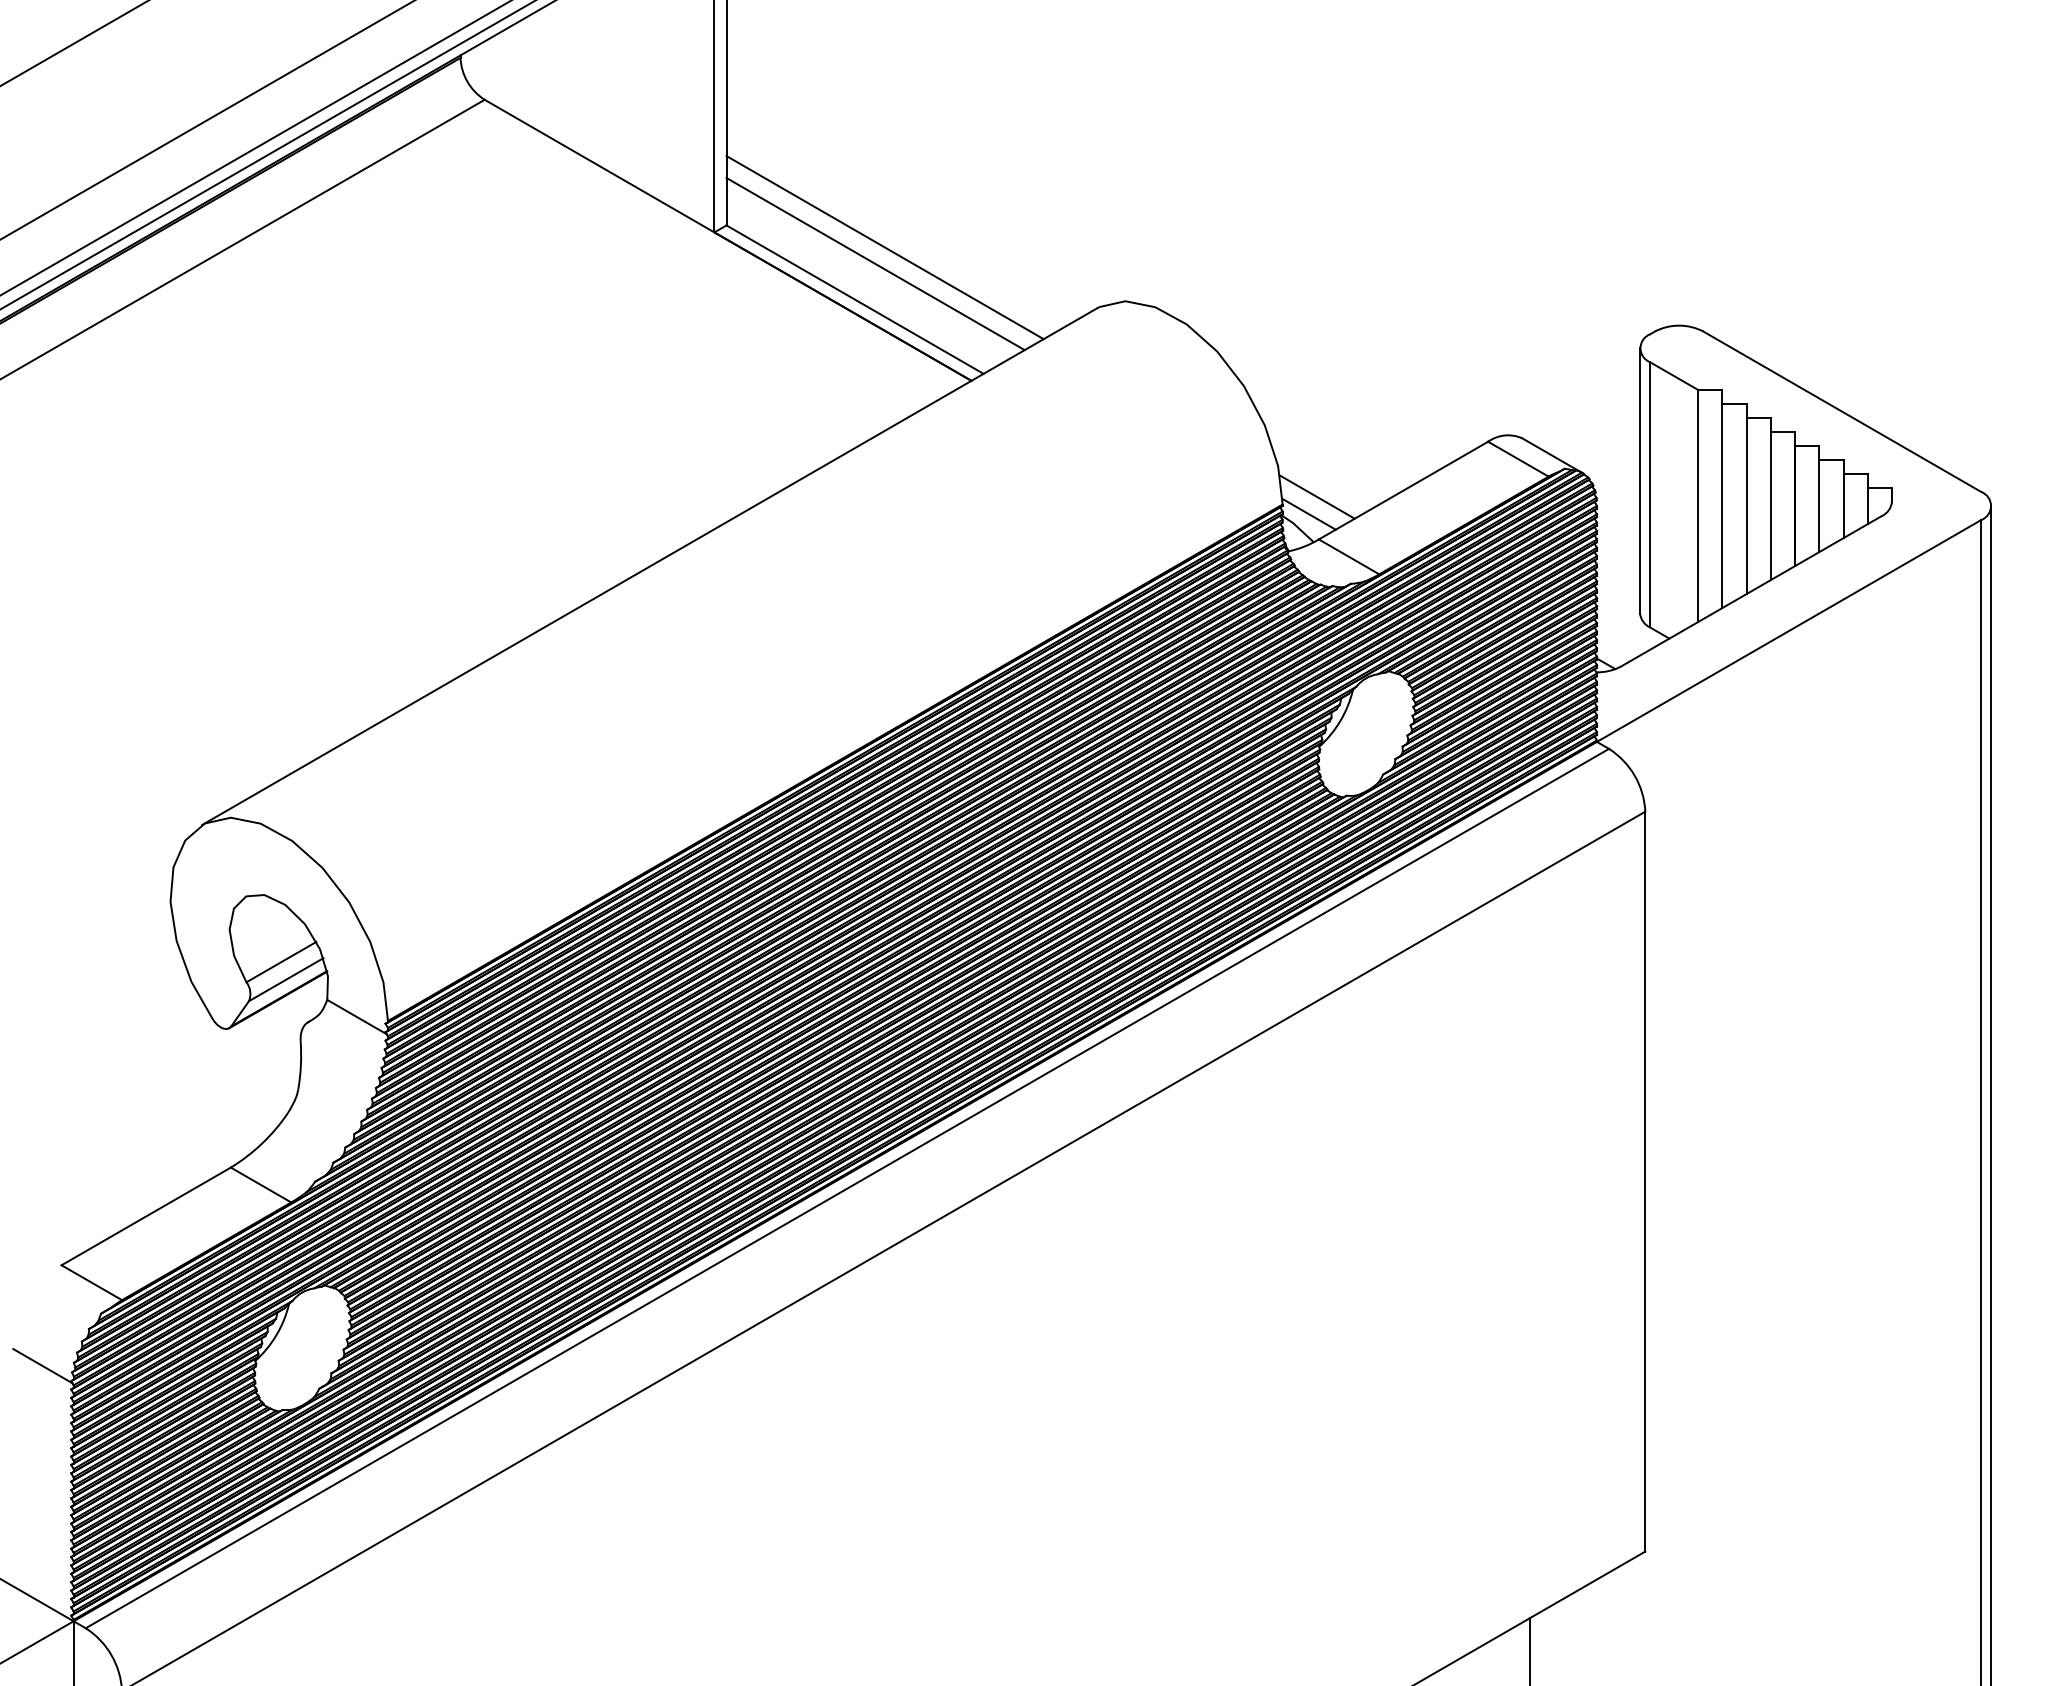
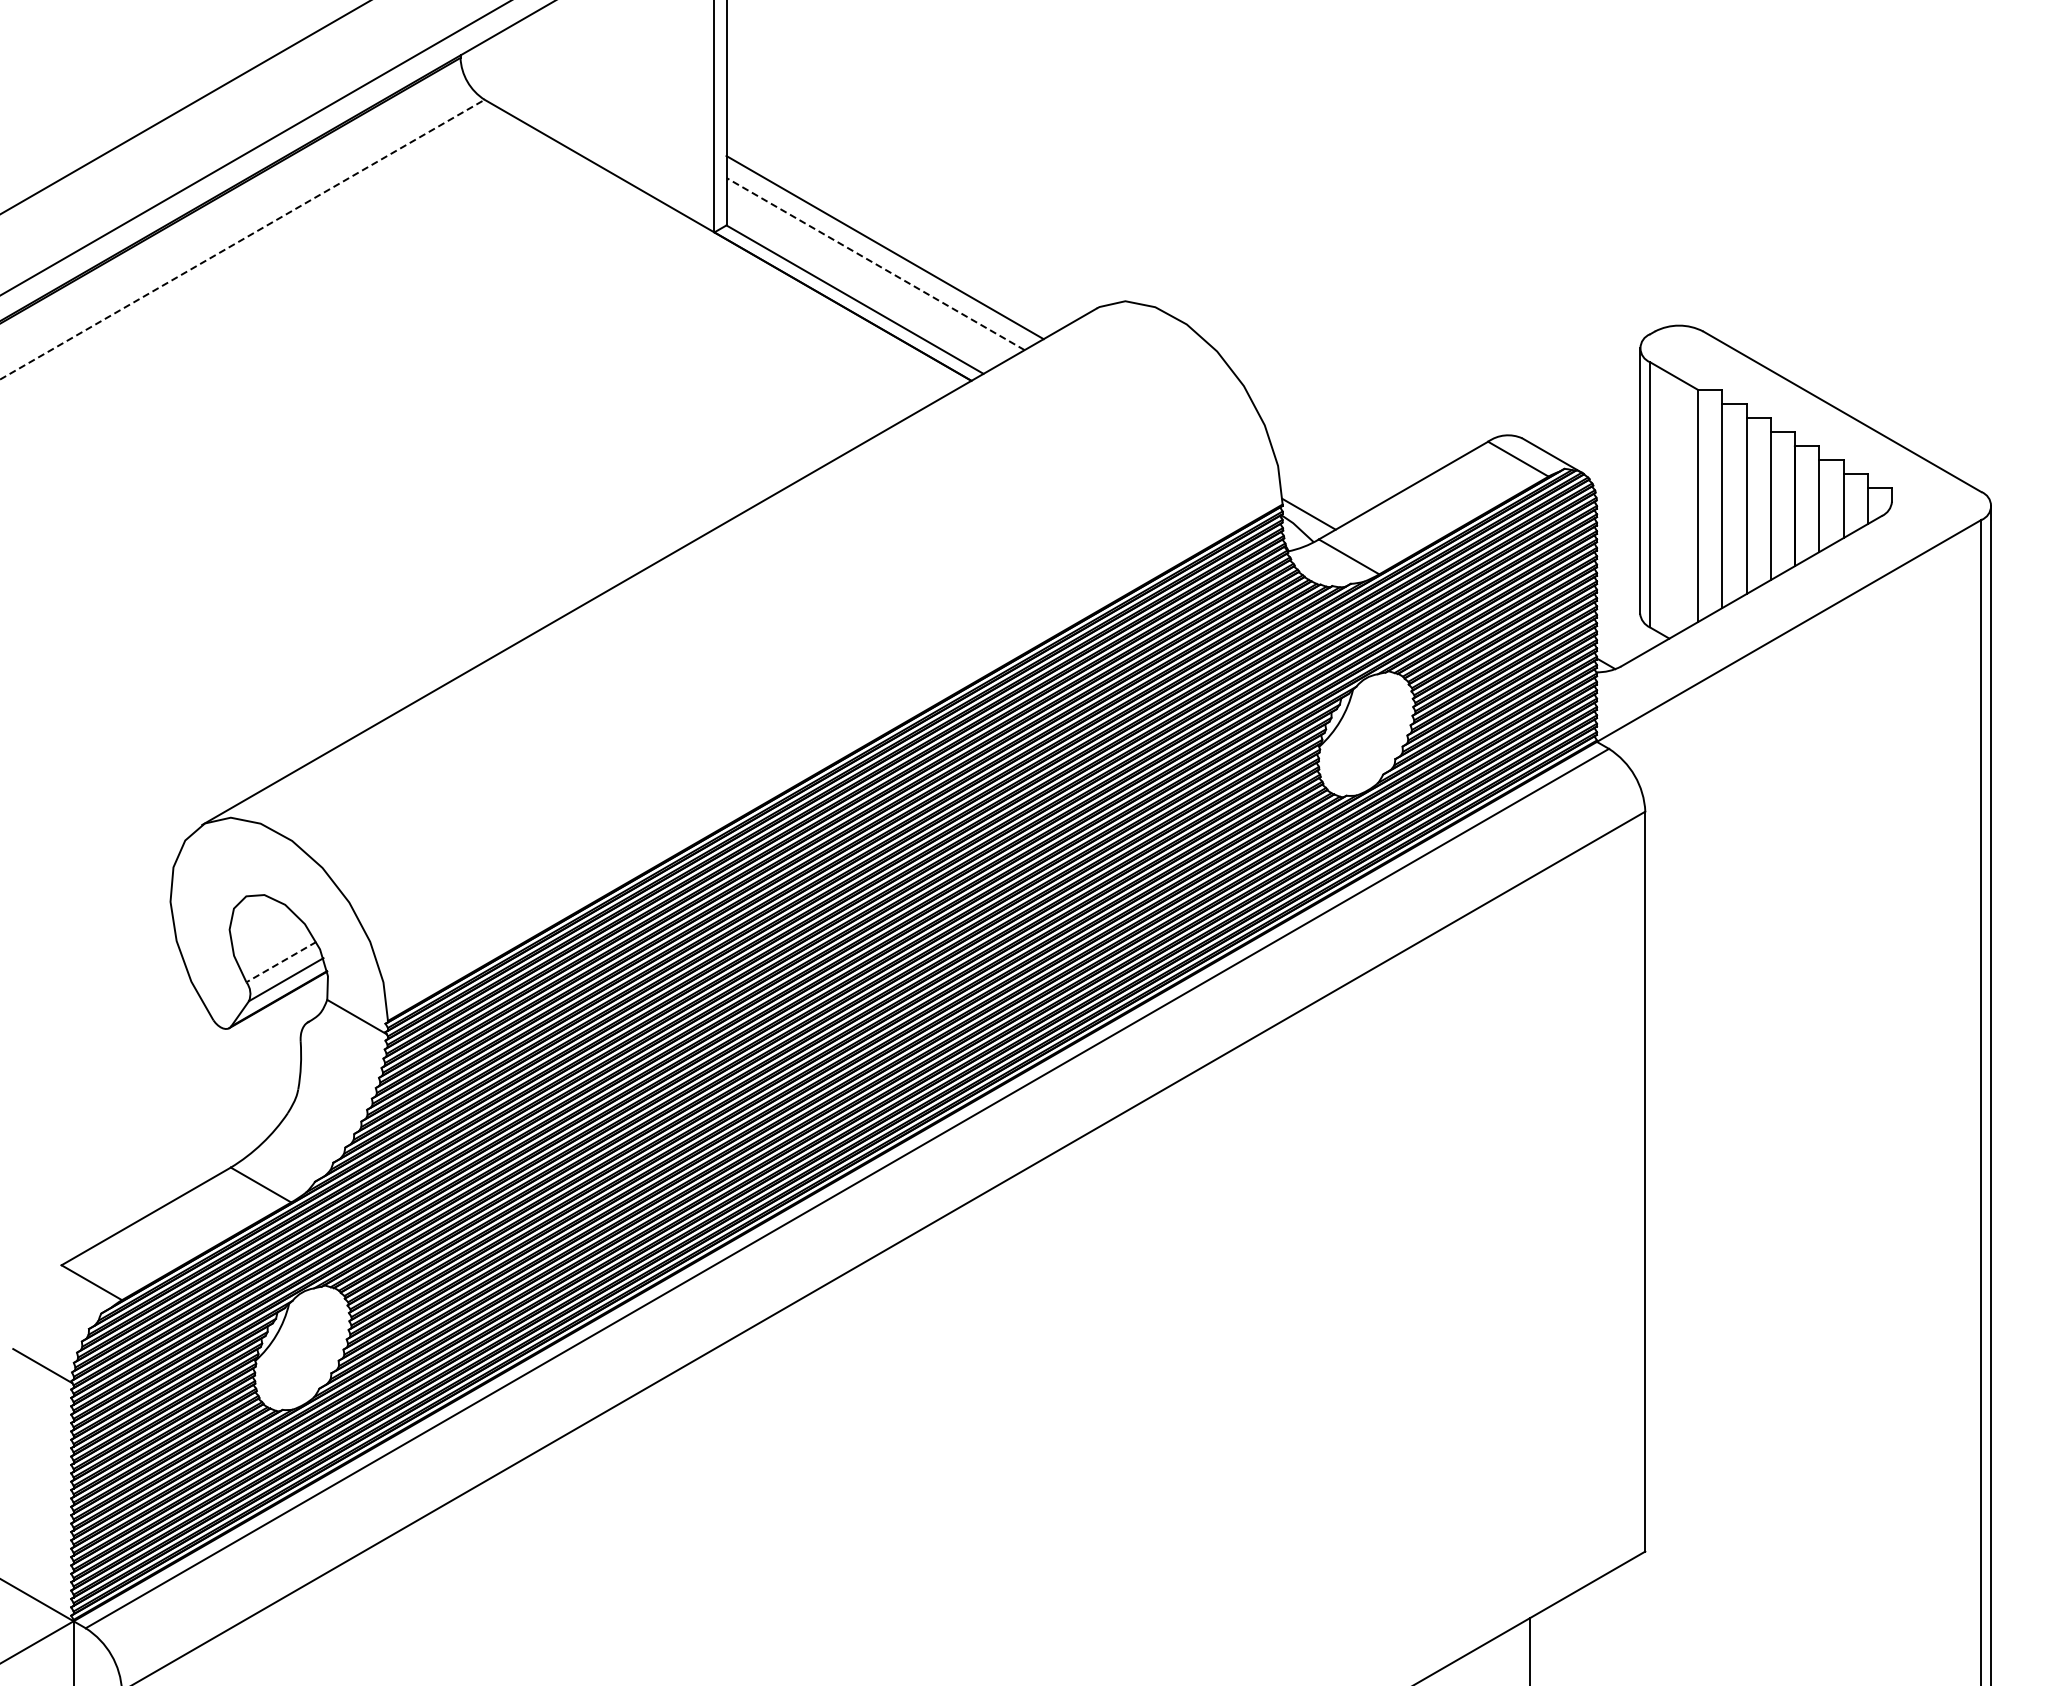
line at (73, 43): present -> none
line at (206, 120) position: (206, 120) -> (184, 107)
line at (267, 155): present -> none
line at (243, 239): solid -> dashed
line at (875, 263): solid -> dashed
line at (1317, 496): present -> none
line at (281, 962): solid -> dashed
